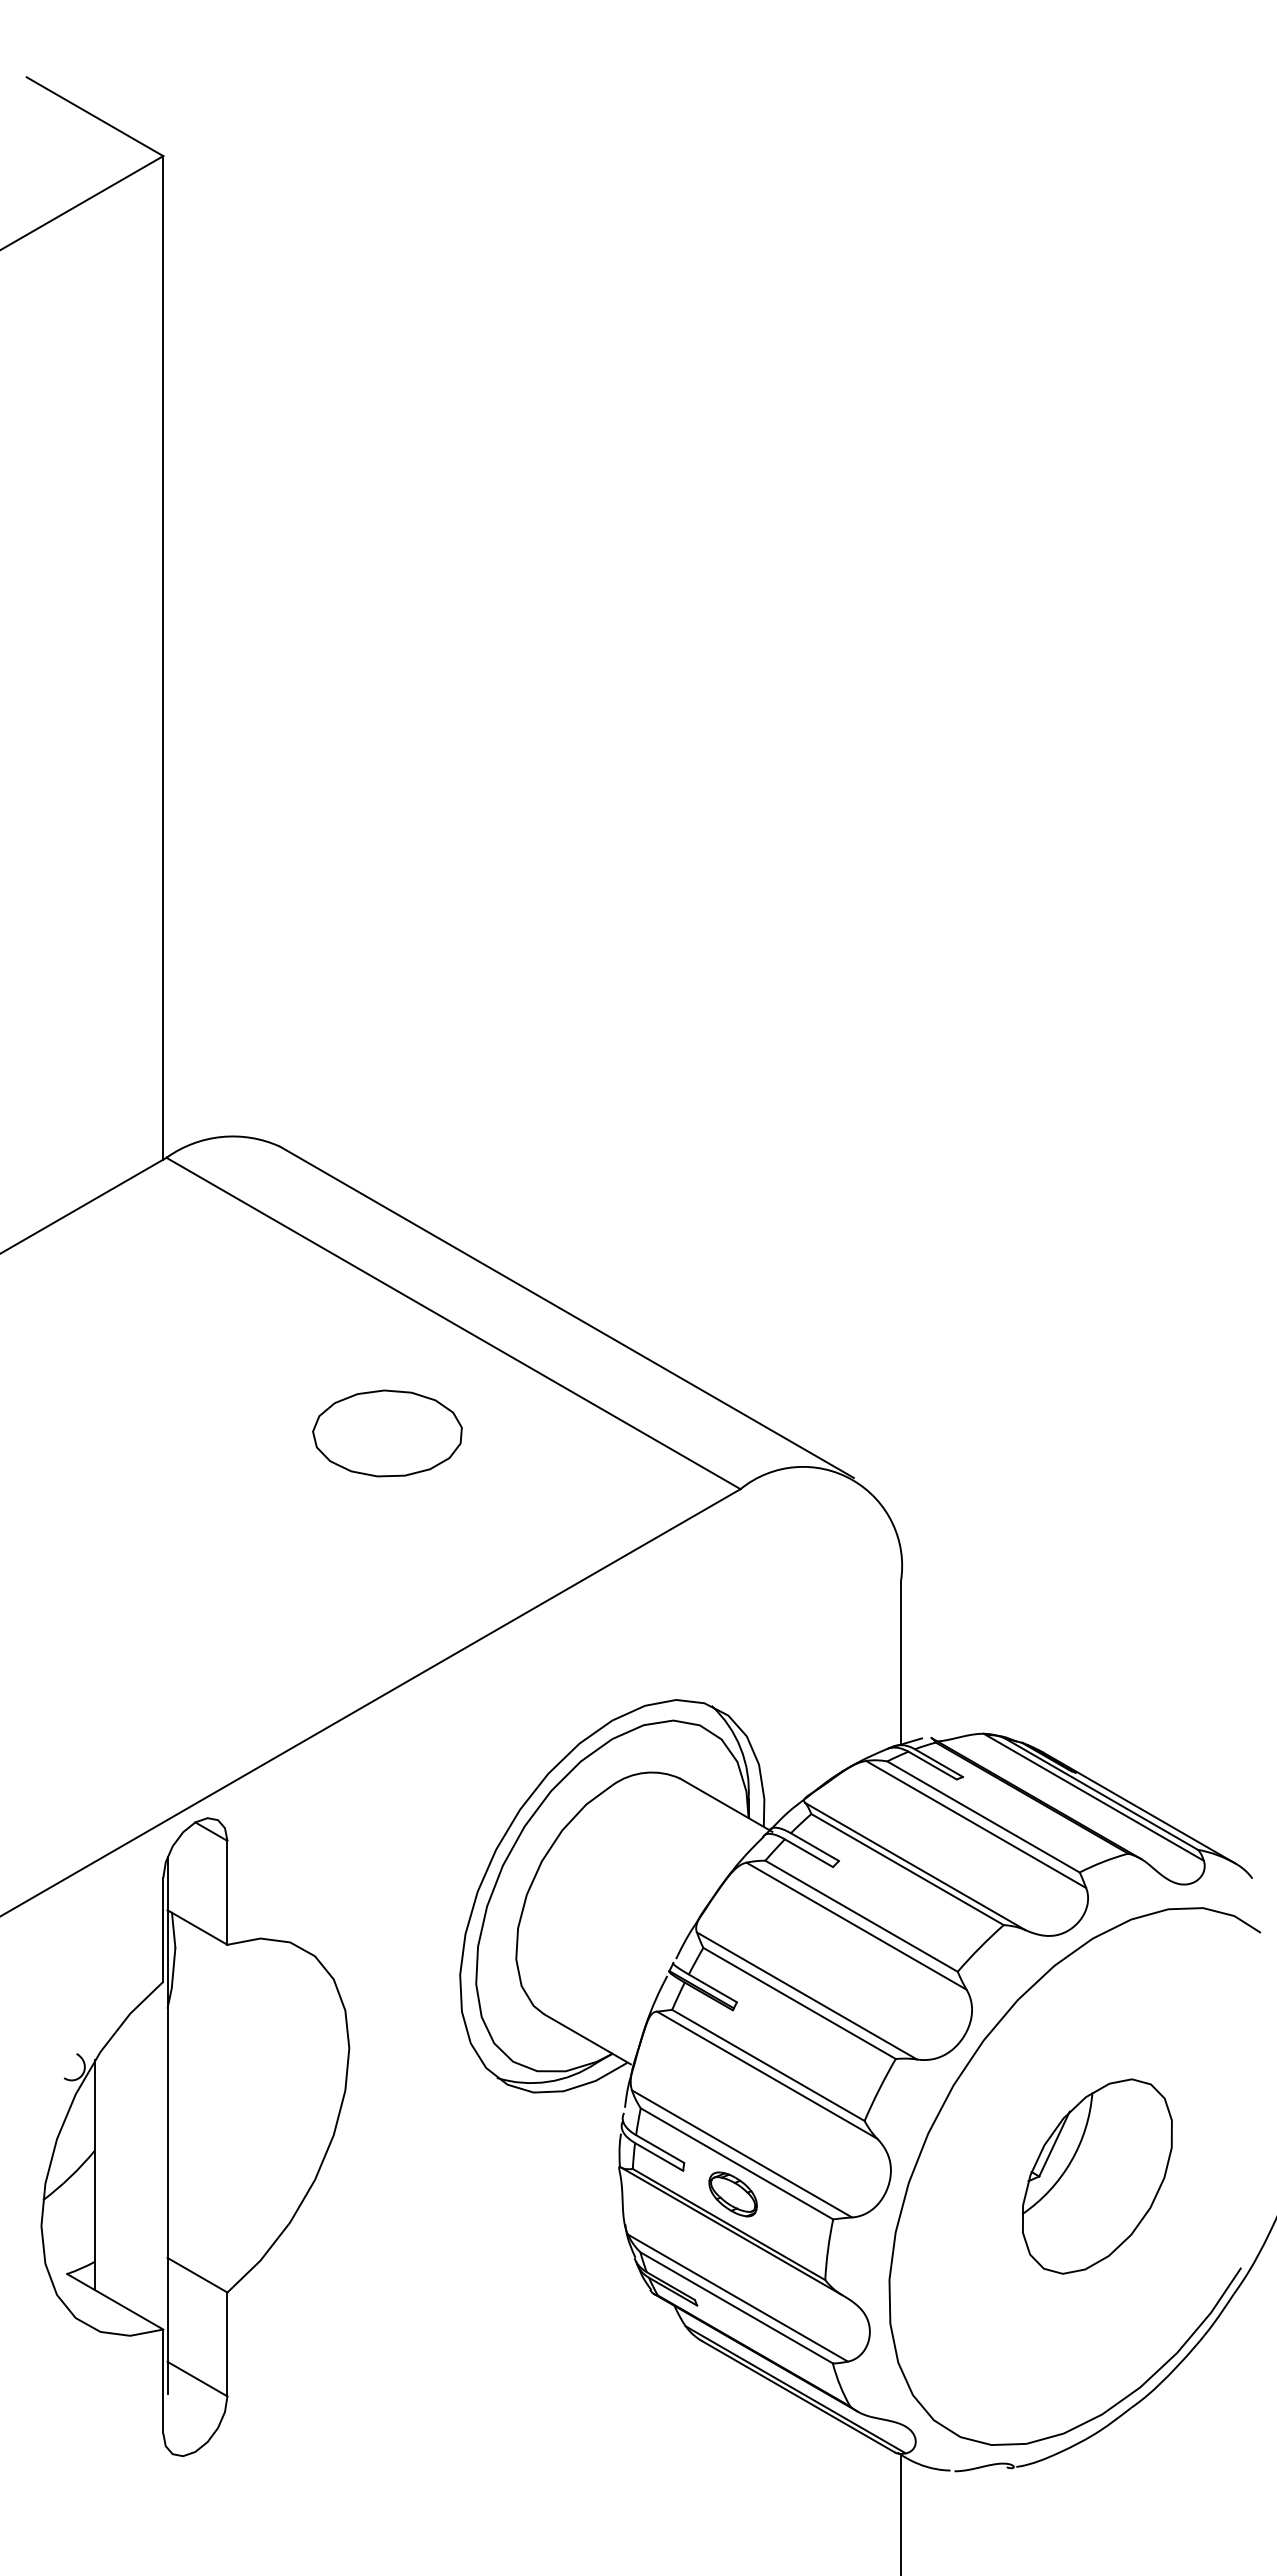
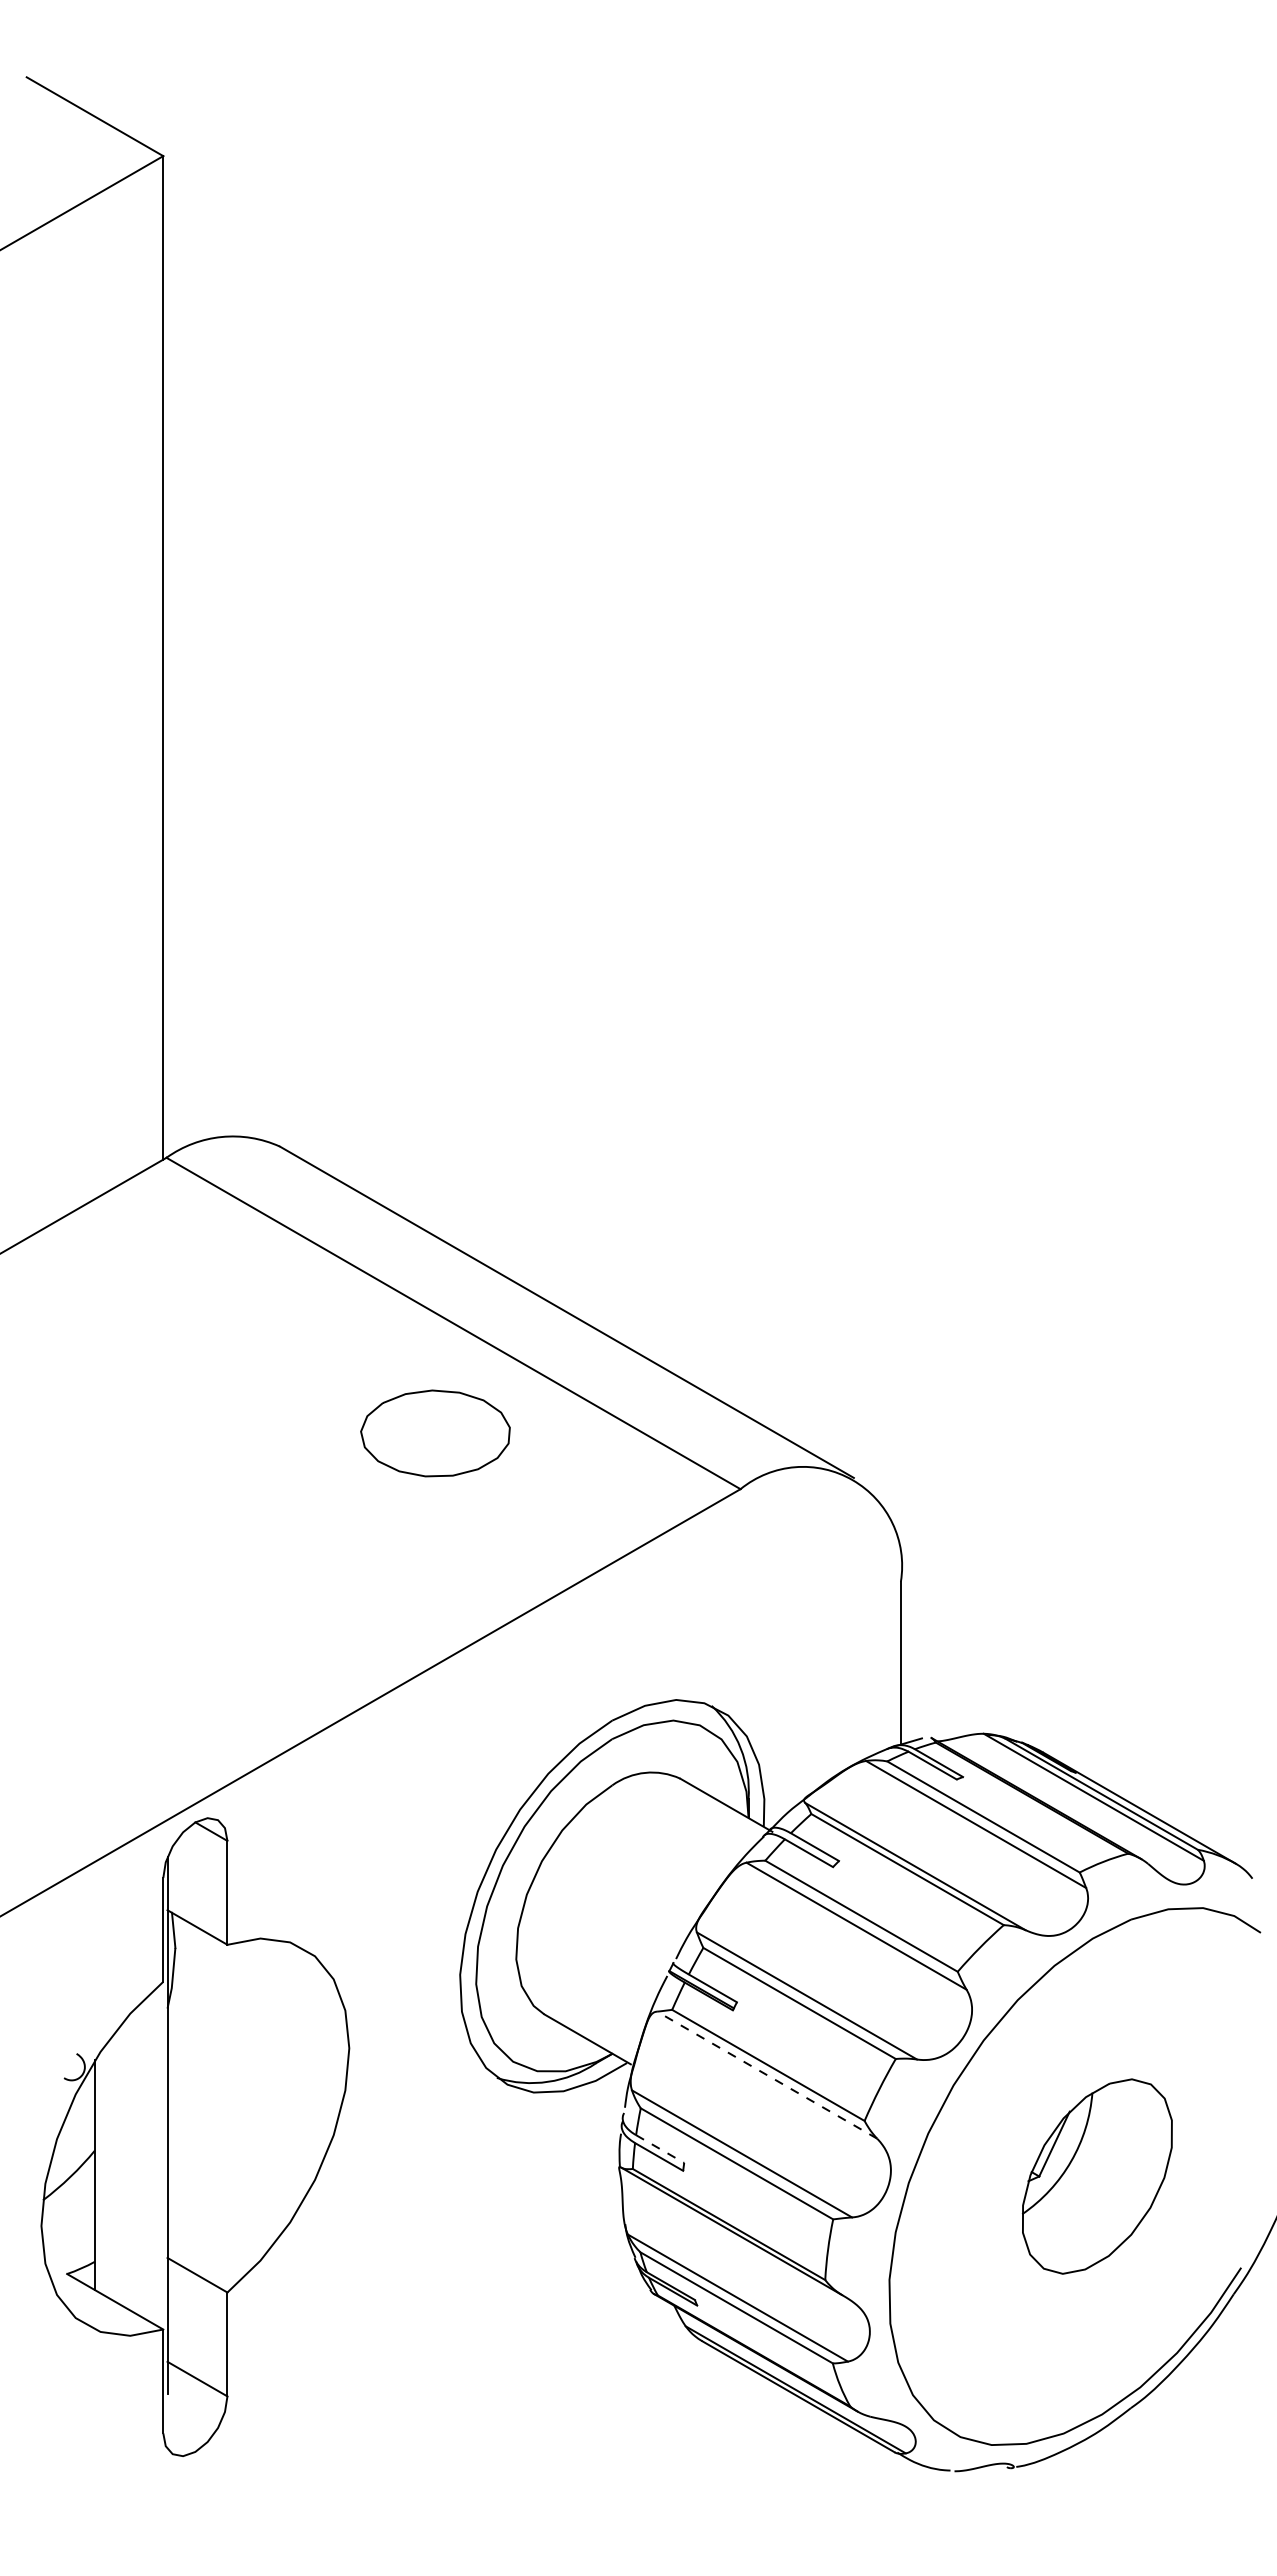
part at (387, 1433) position: (387, 1433) -> (435, 1433)
line at (766, 2074): solid -> dashed
line at (660, 2149): solid -> dashed
part at (732, 2194): present -> none
line at (900, 2513): present -> none
